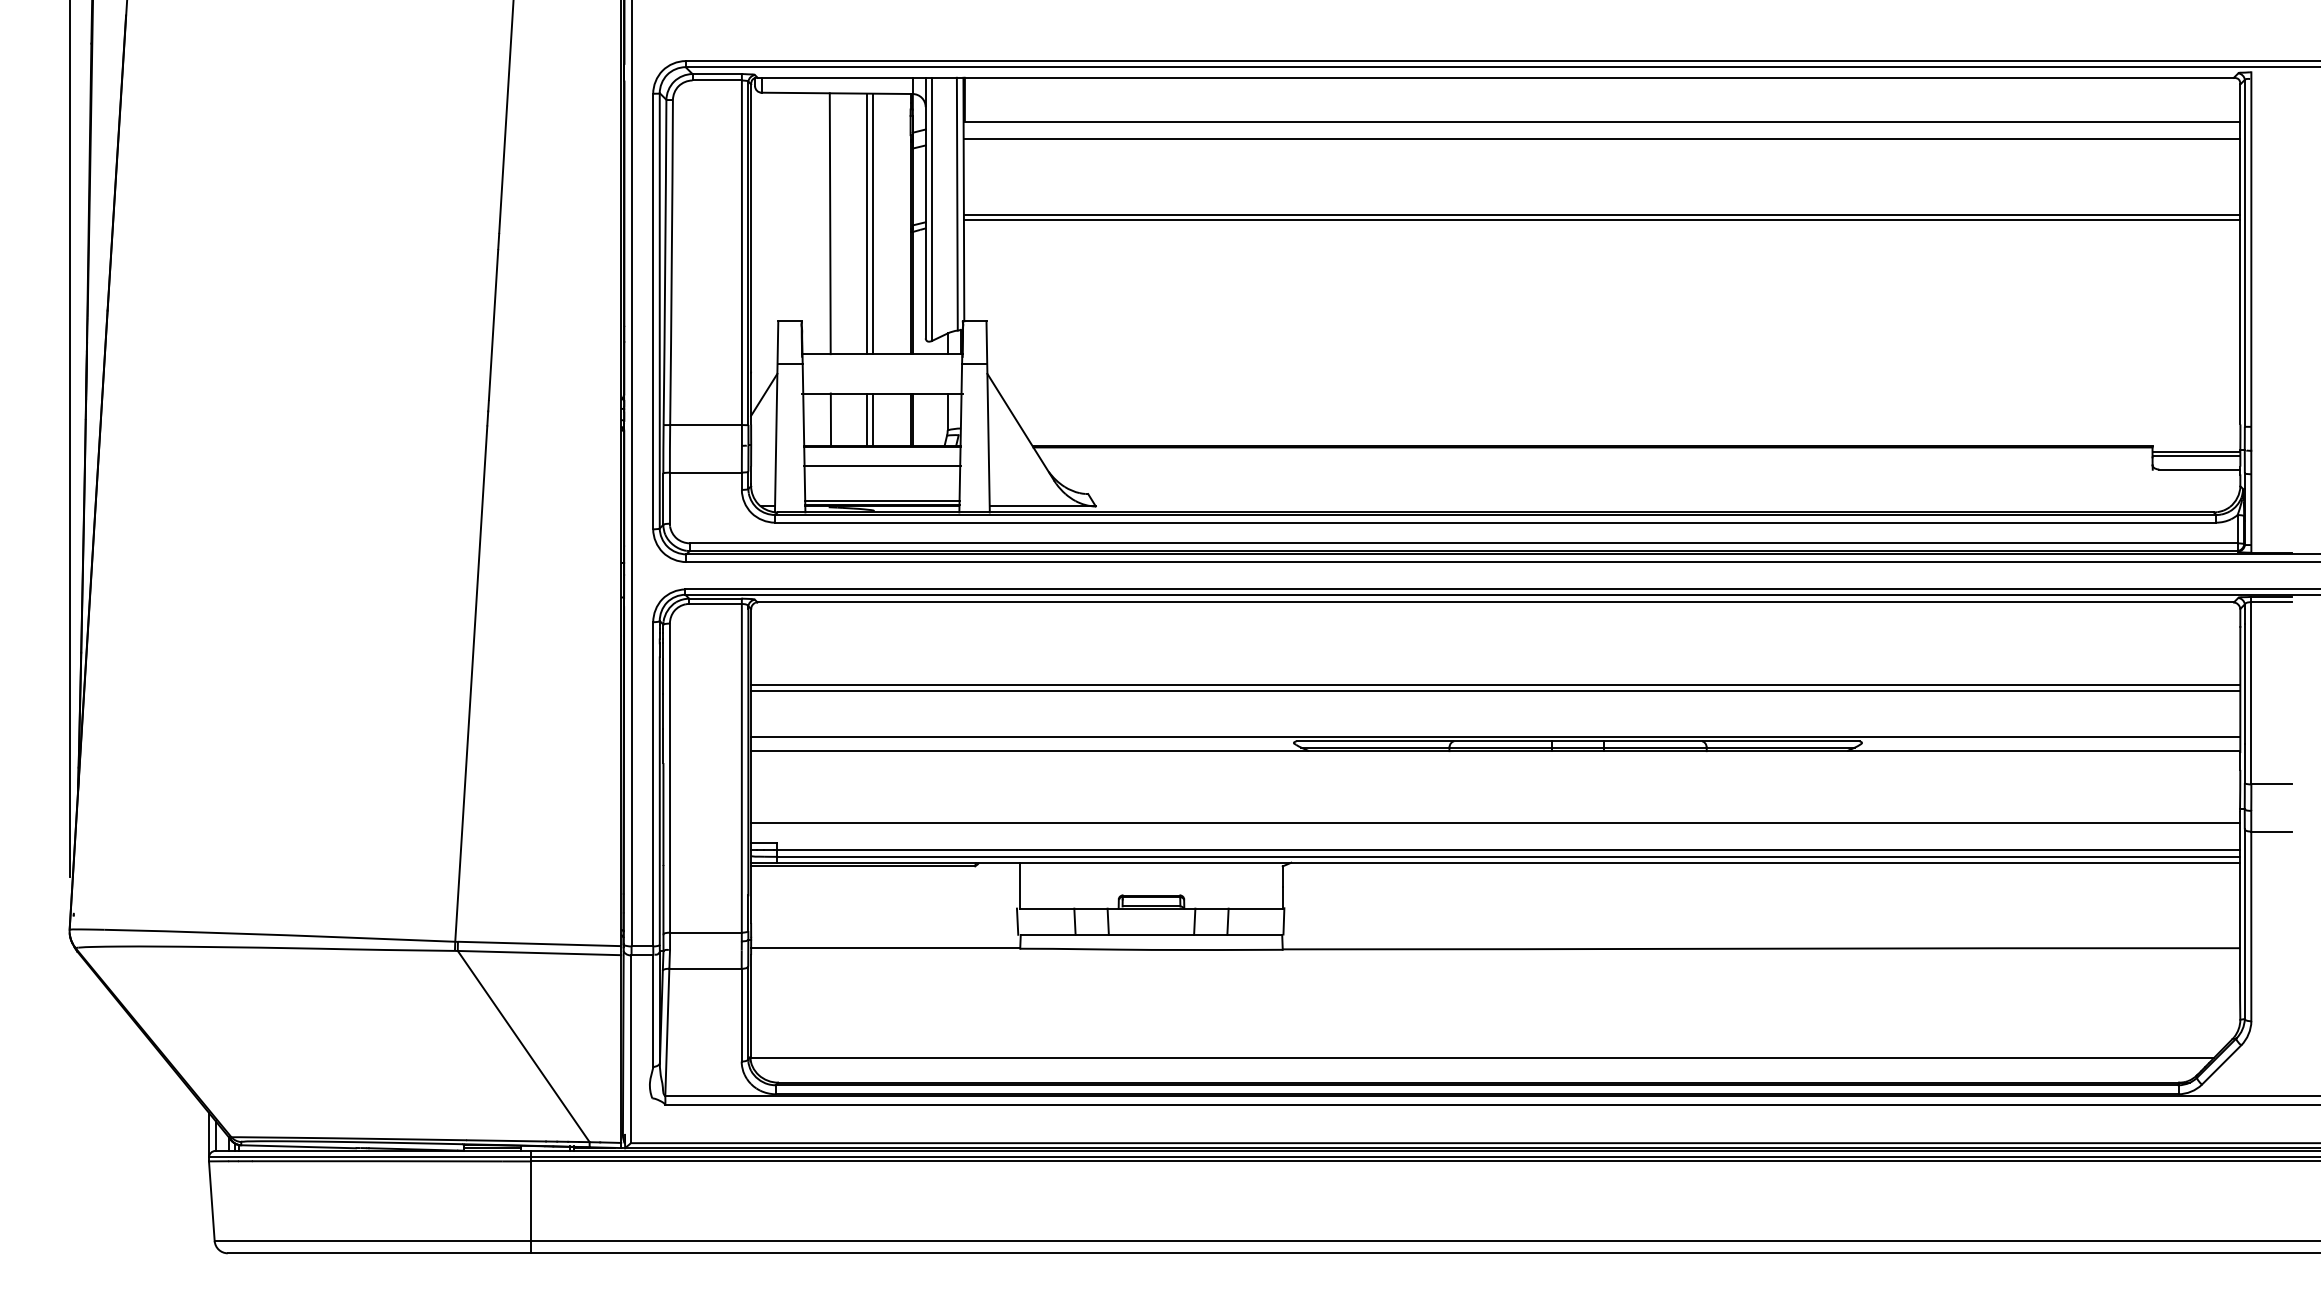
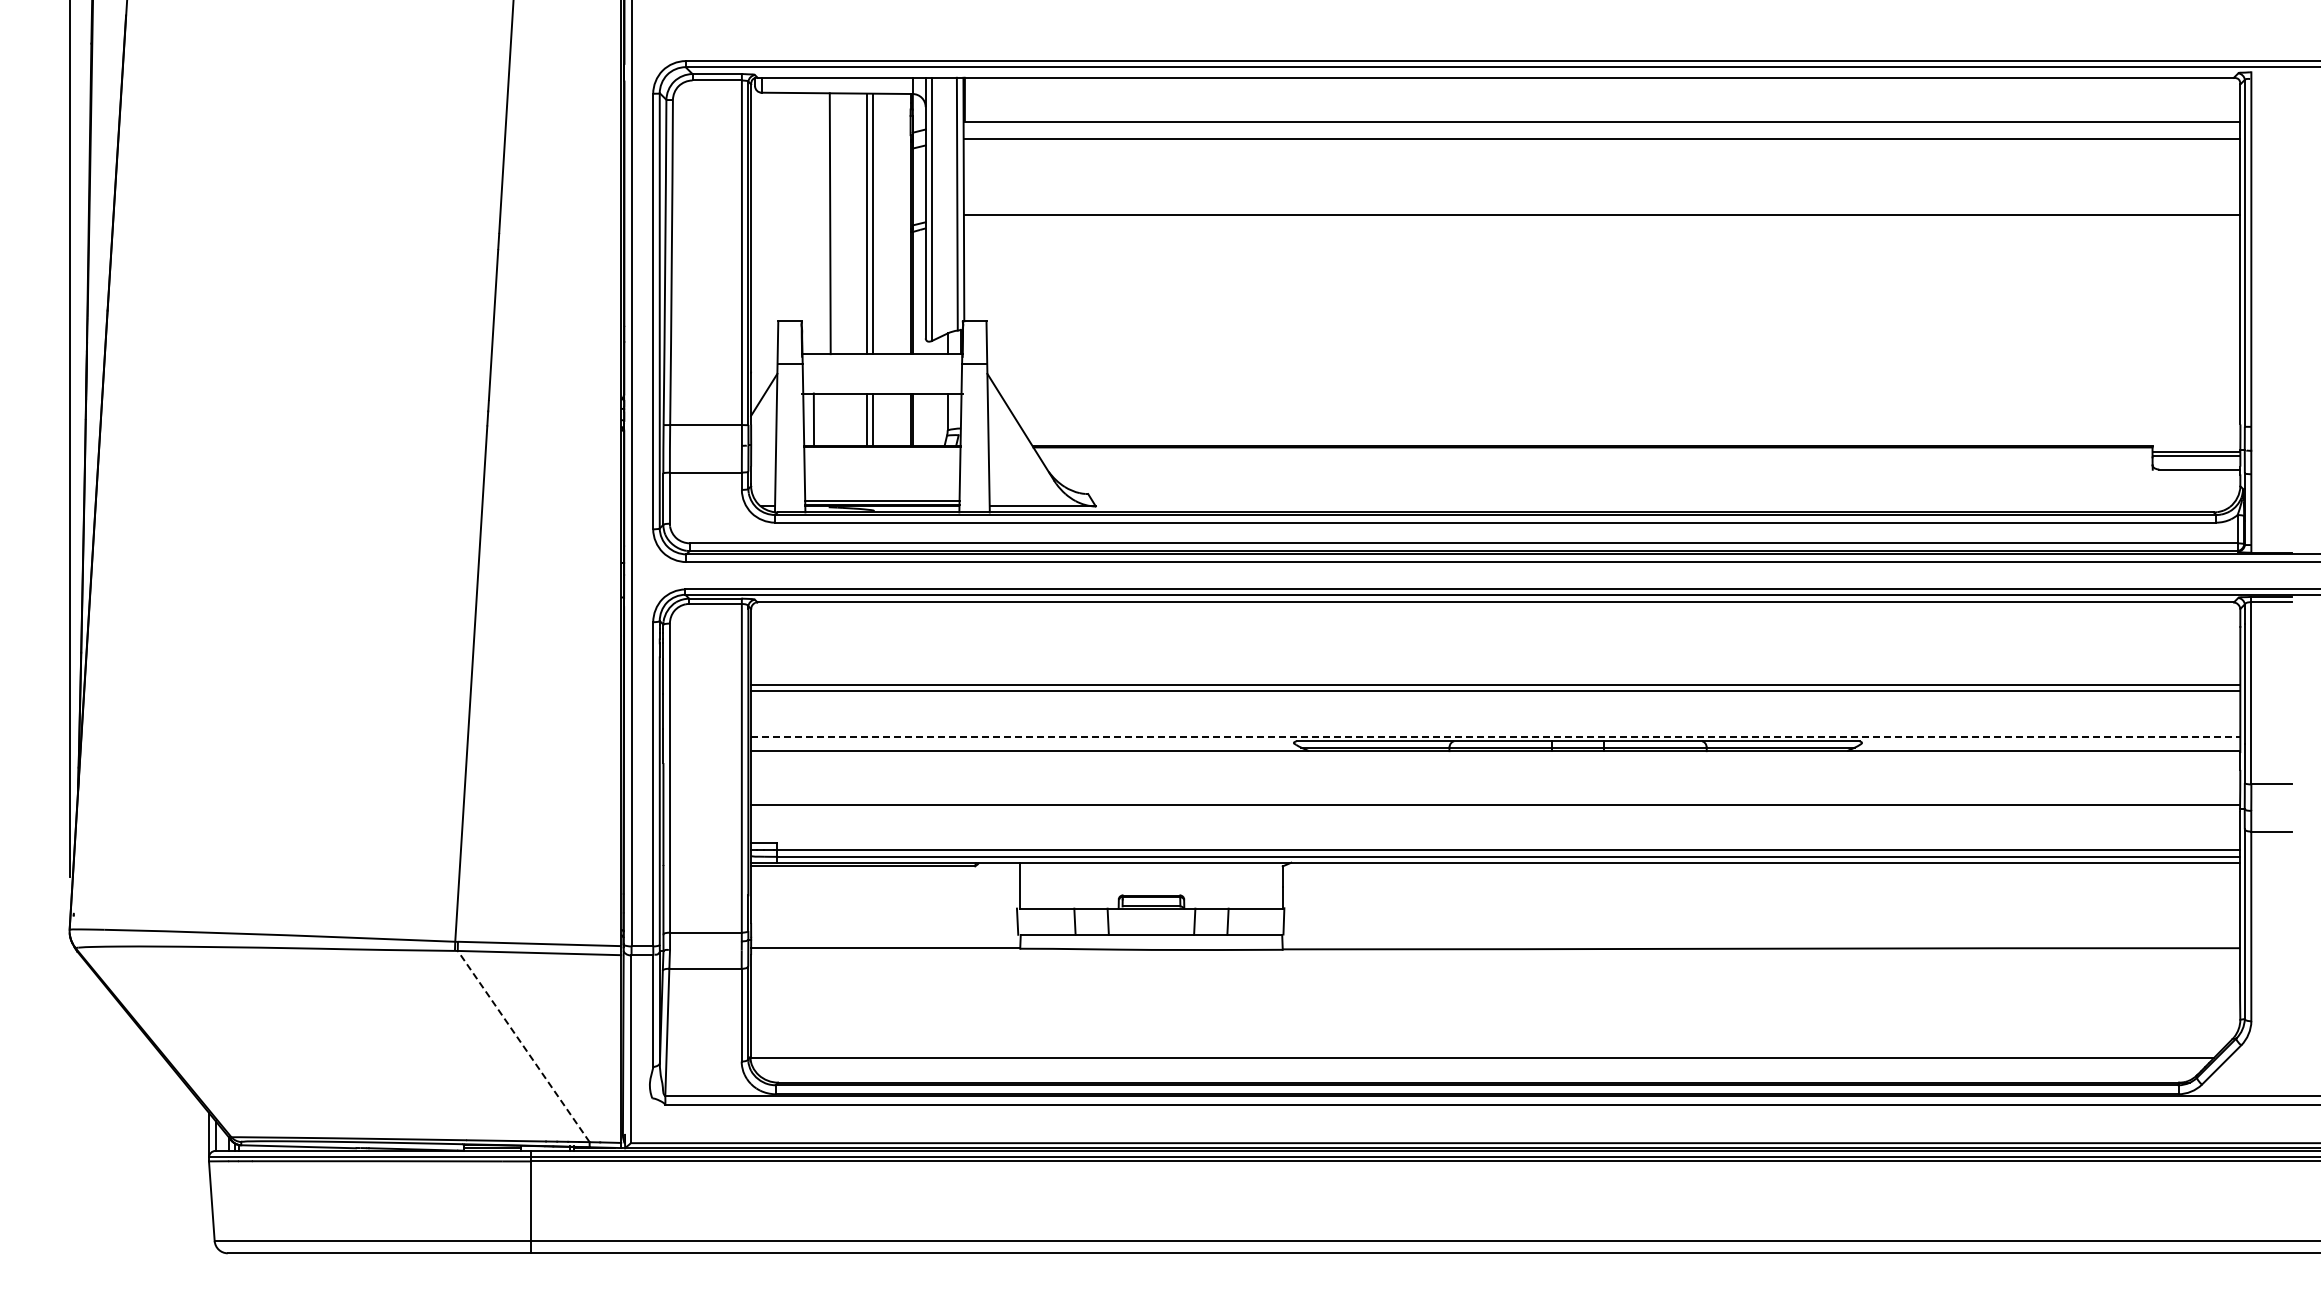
line at (1602, 220): present -> none
line at (830, 419) position: (830, 419) -> (813, 419)
line at (882, 466): present -> none
line at (1495, 736): solid -> dashed
line at (1495, 823) position: (1495, 823) -> (1495, 805)
line at (523, 1046): solid -> dashed
